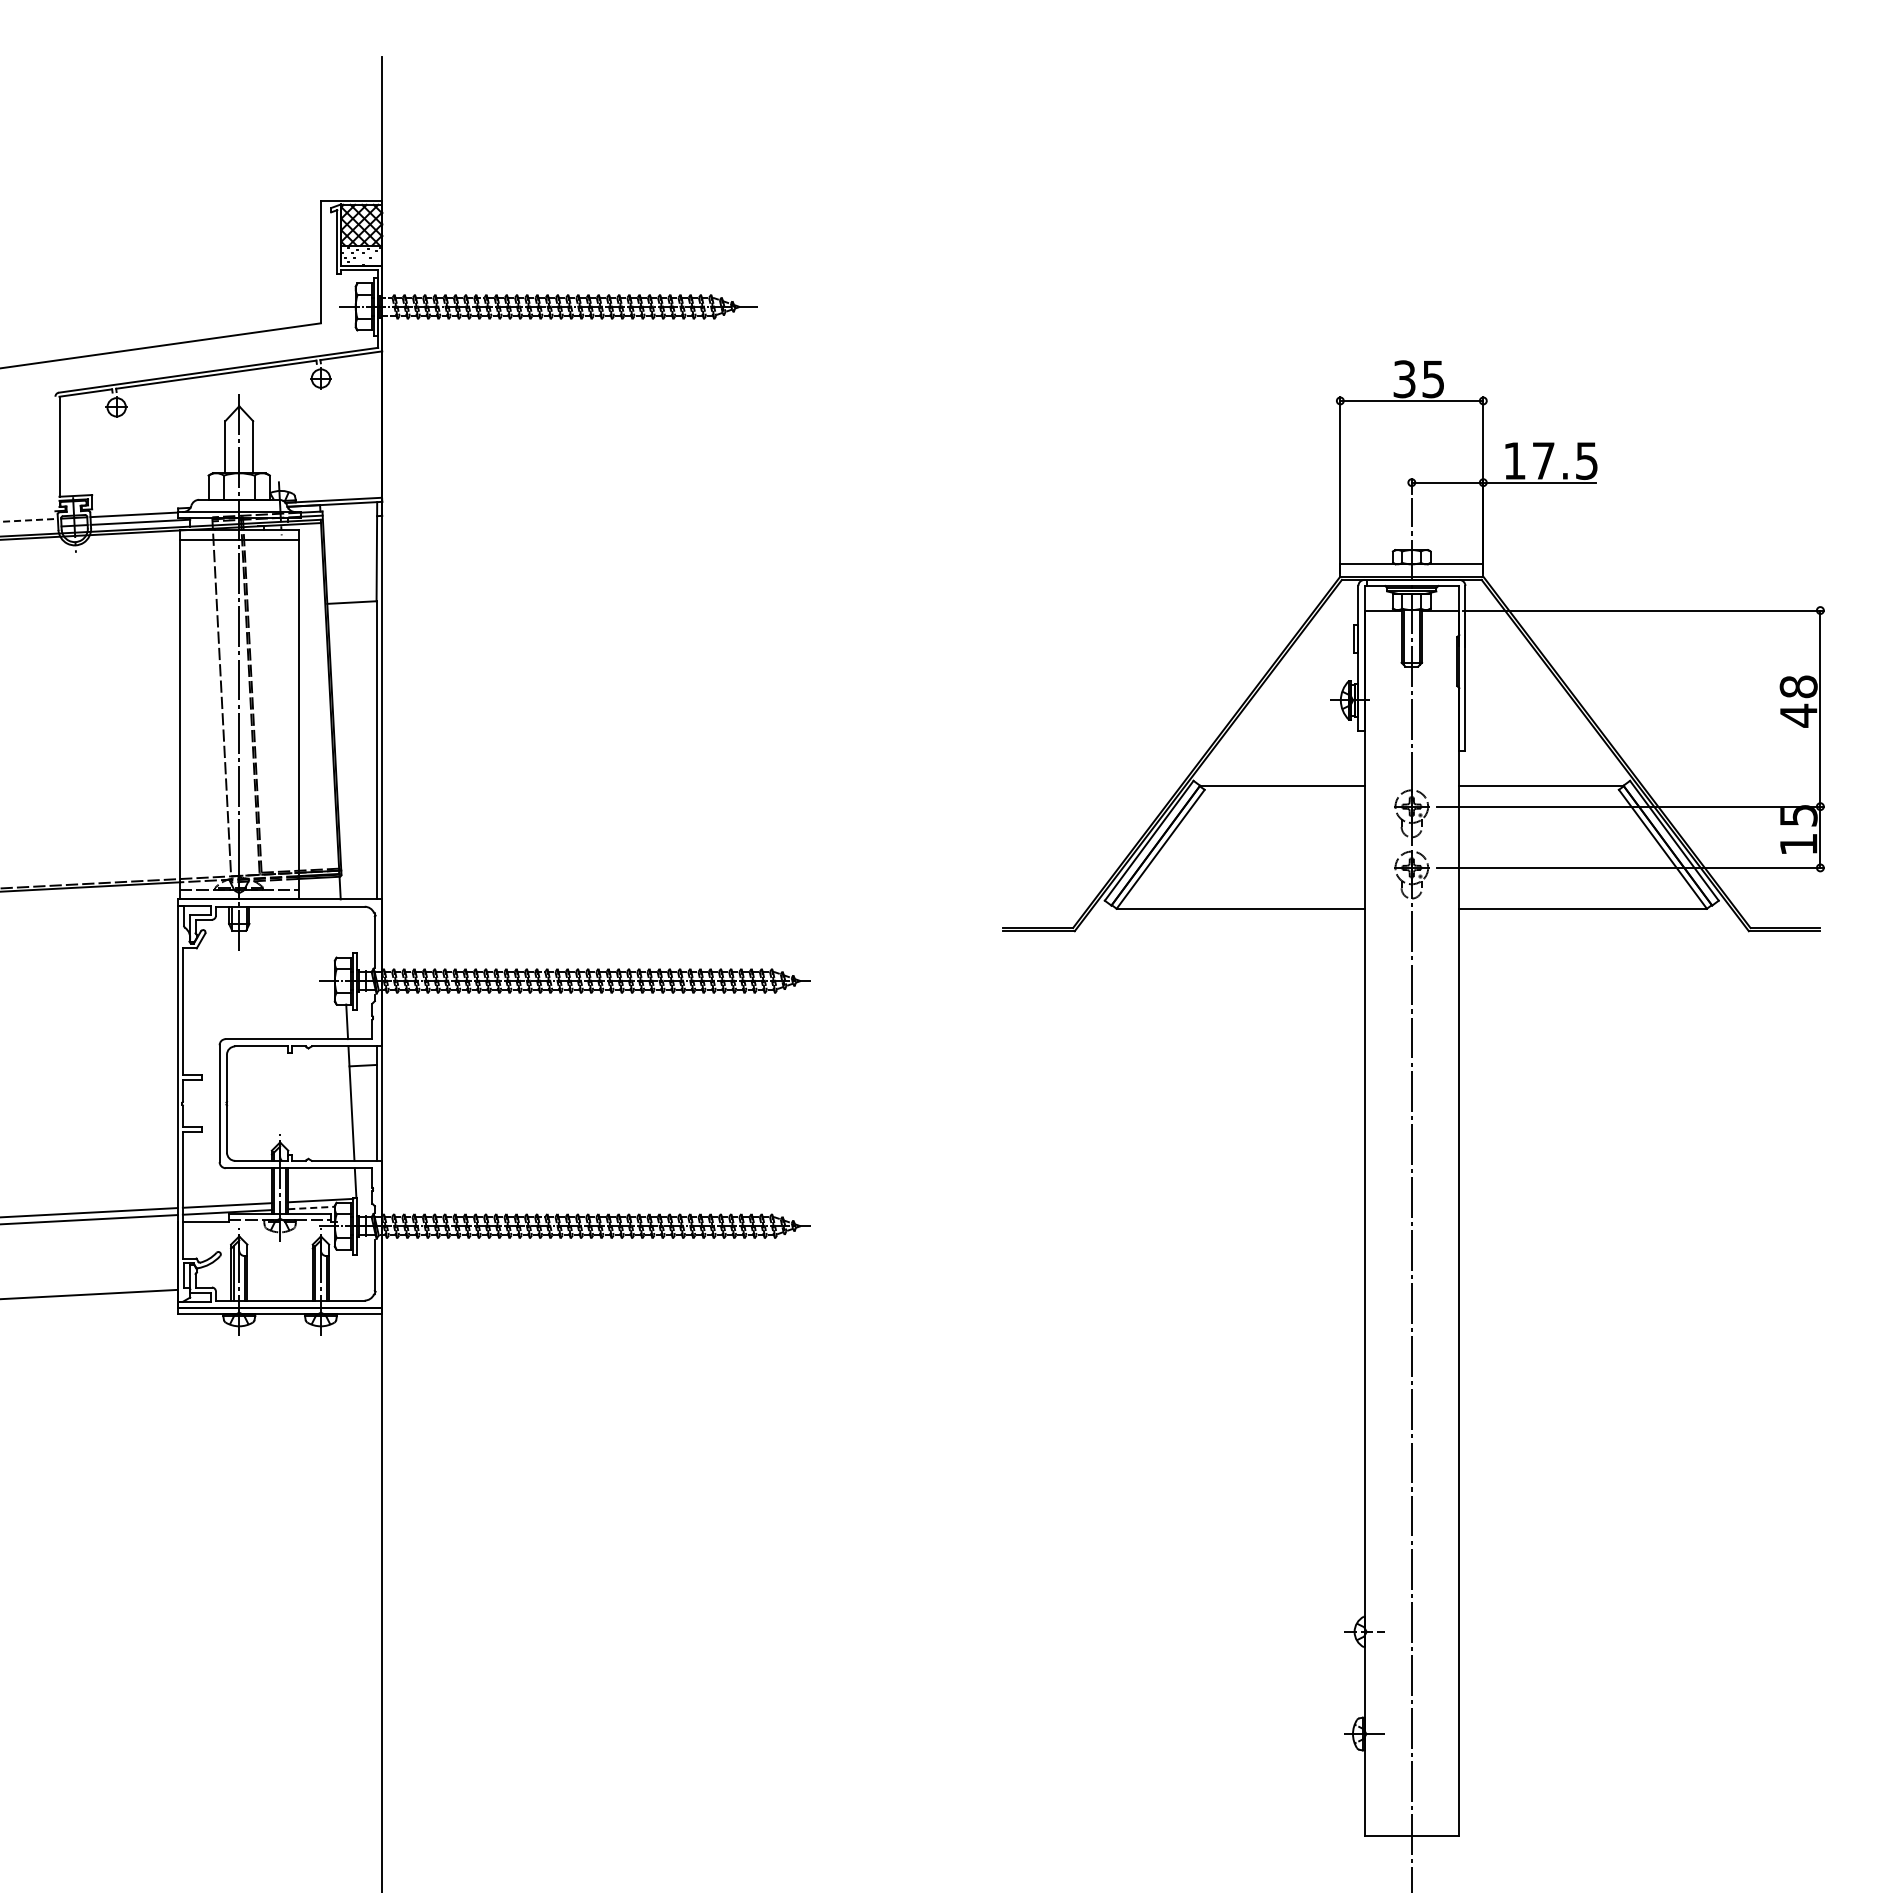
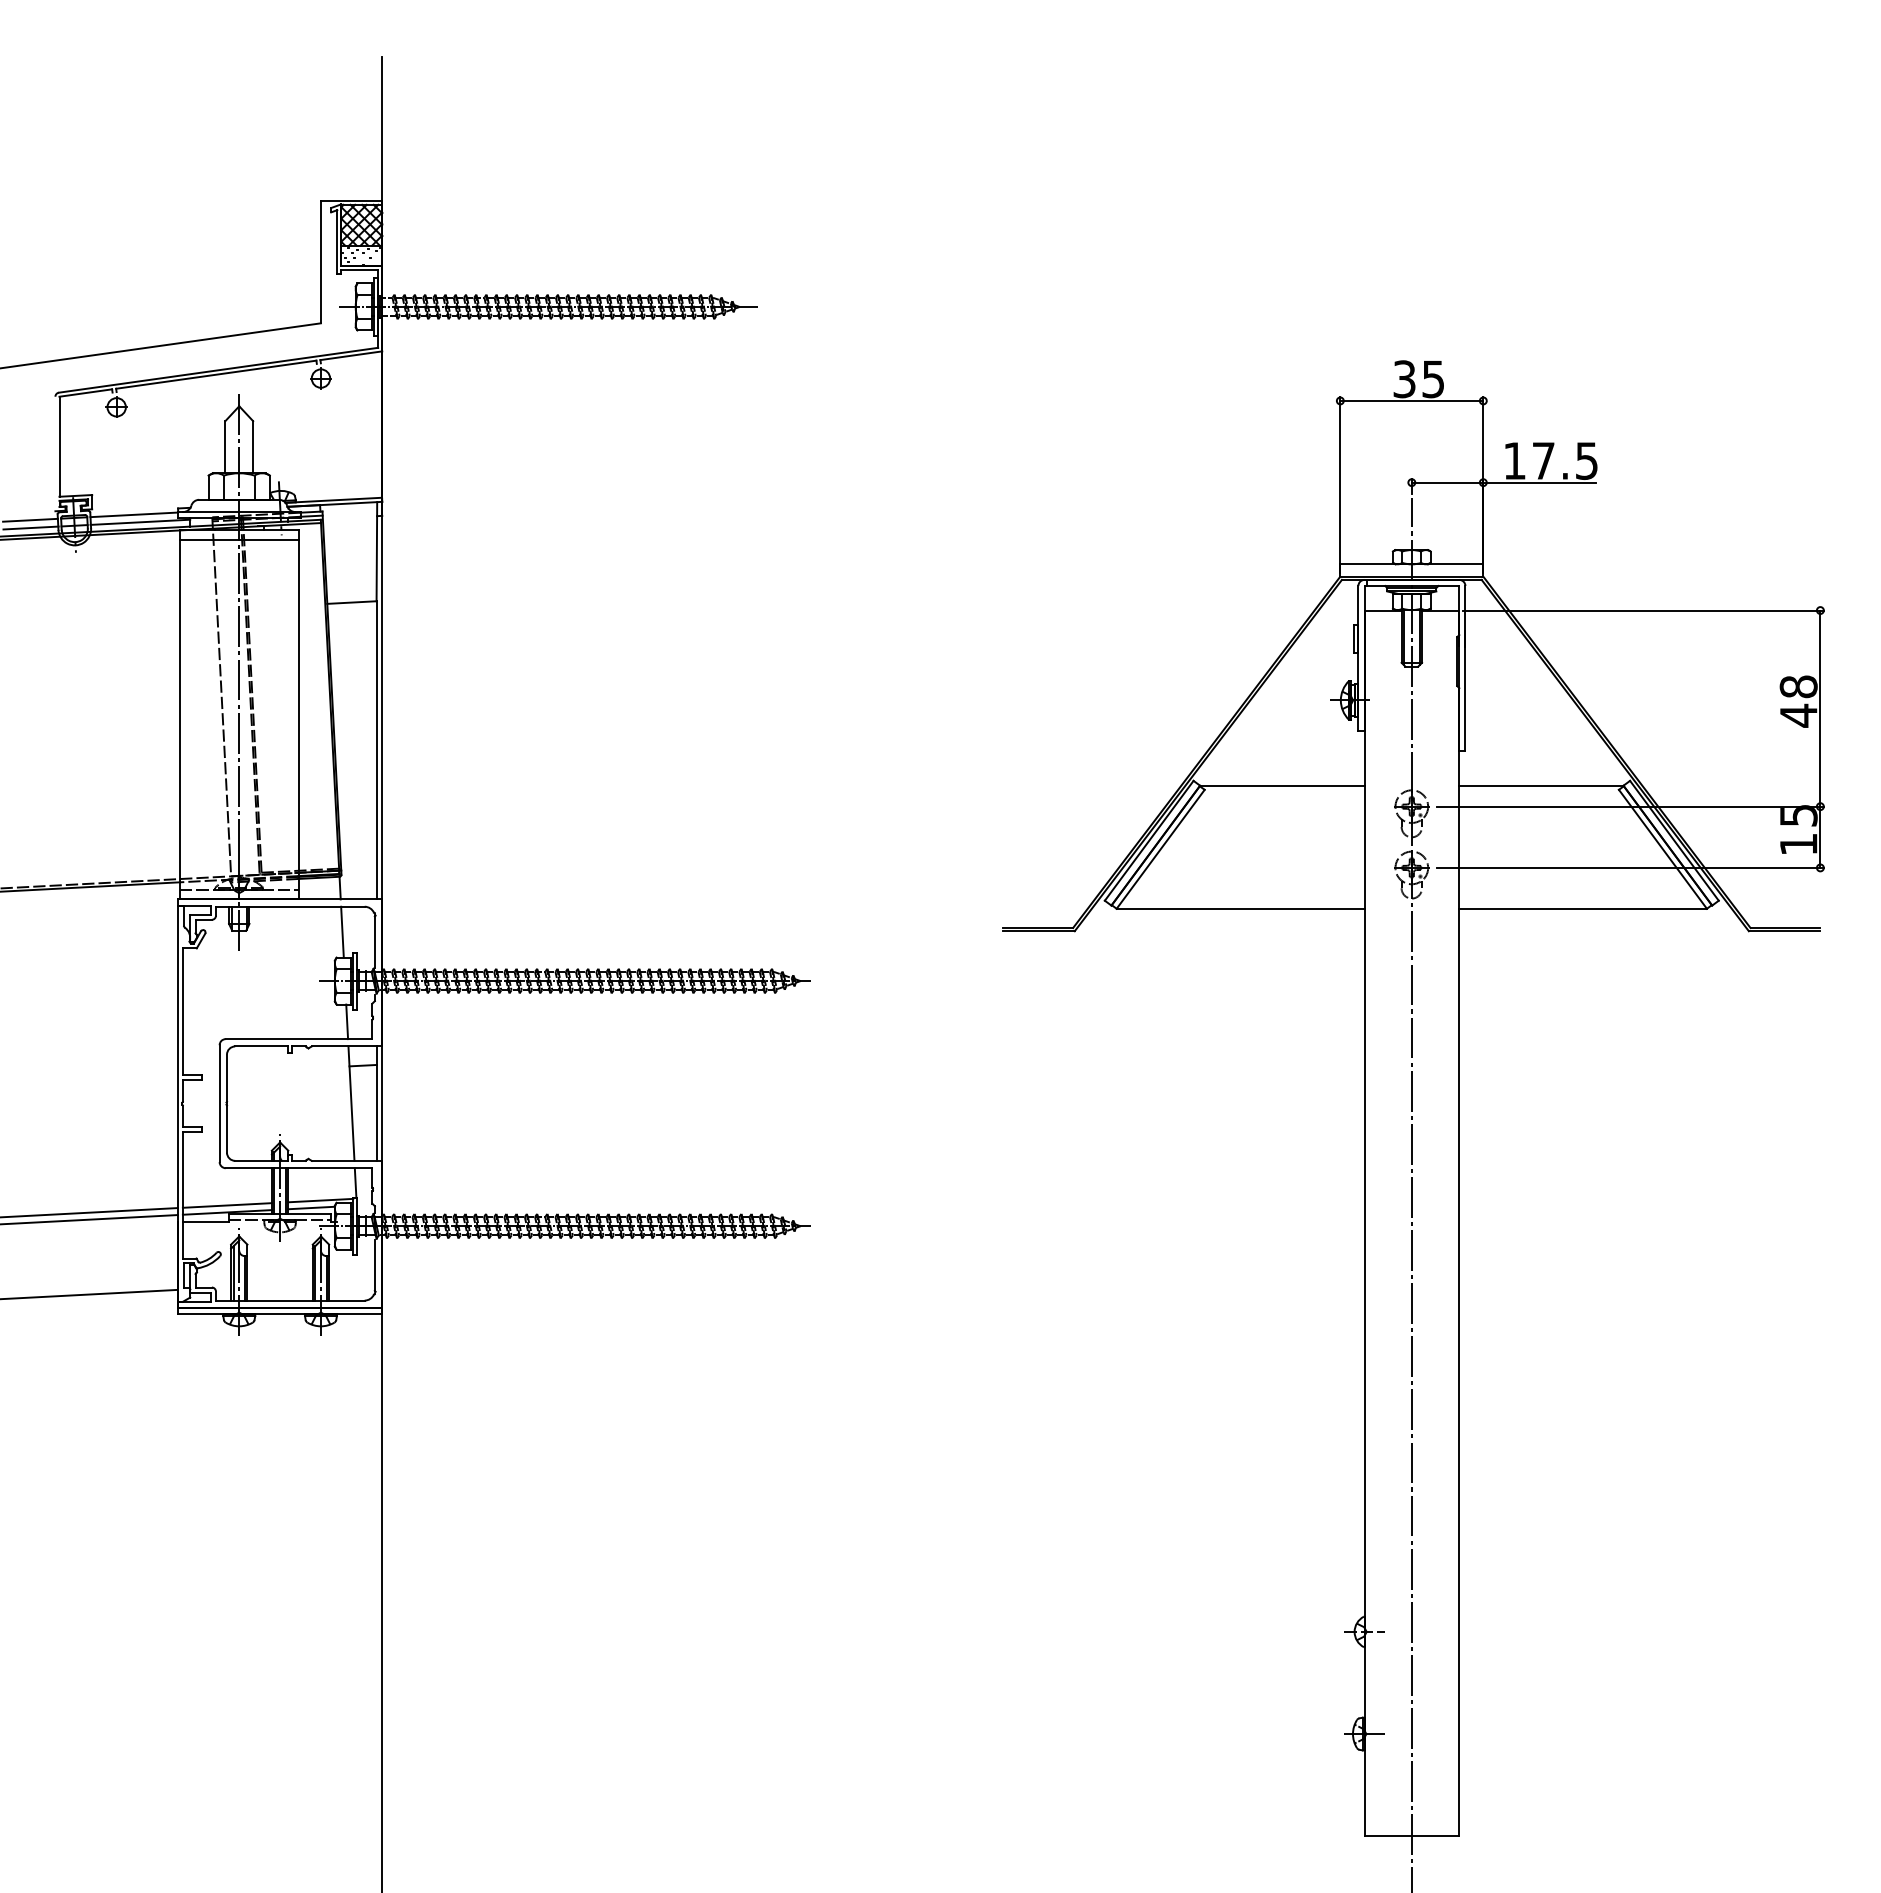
line at (30, 520): dashed -> solid
line at (30, 527): none -> present
line at (342, 931): none -> present
line at (312, 1207): dashed -> solid
